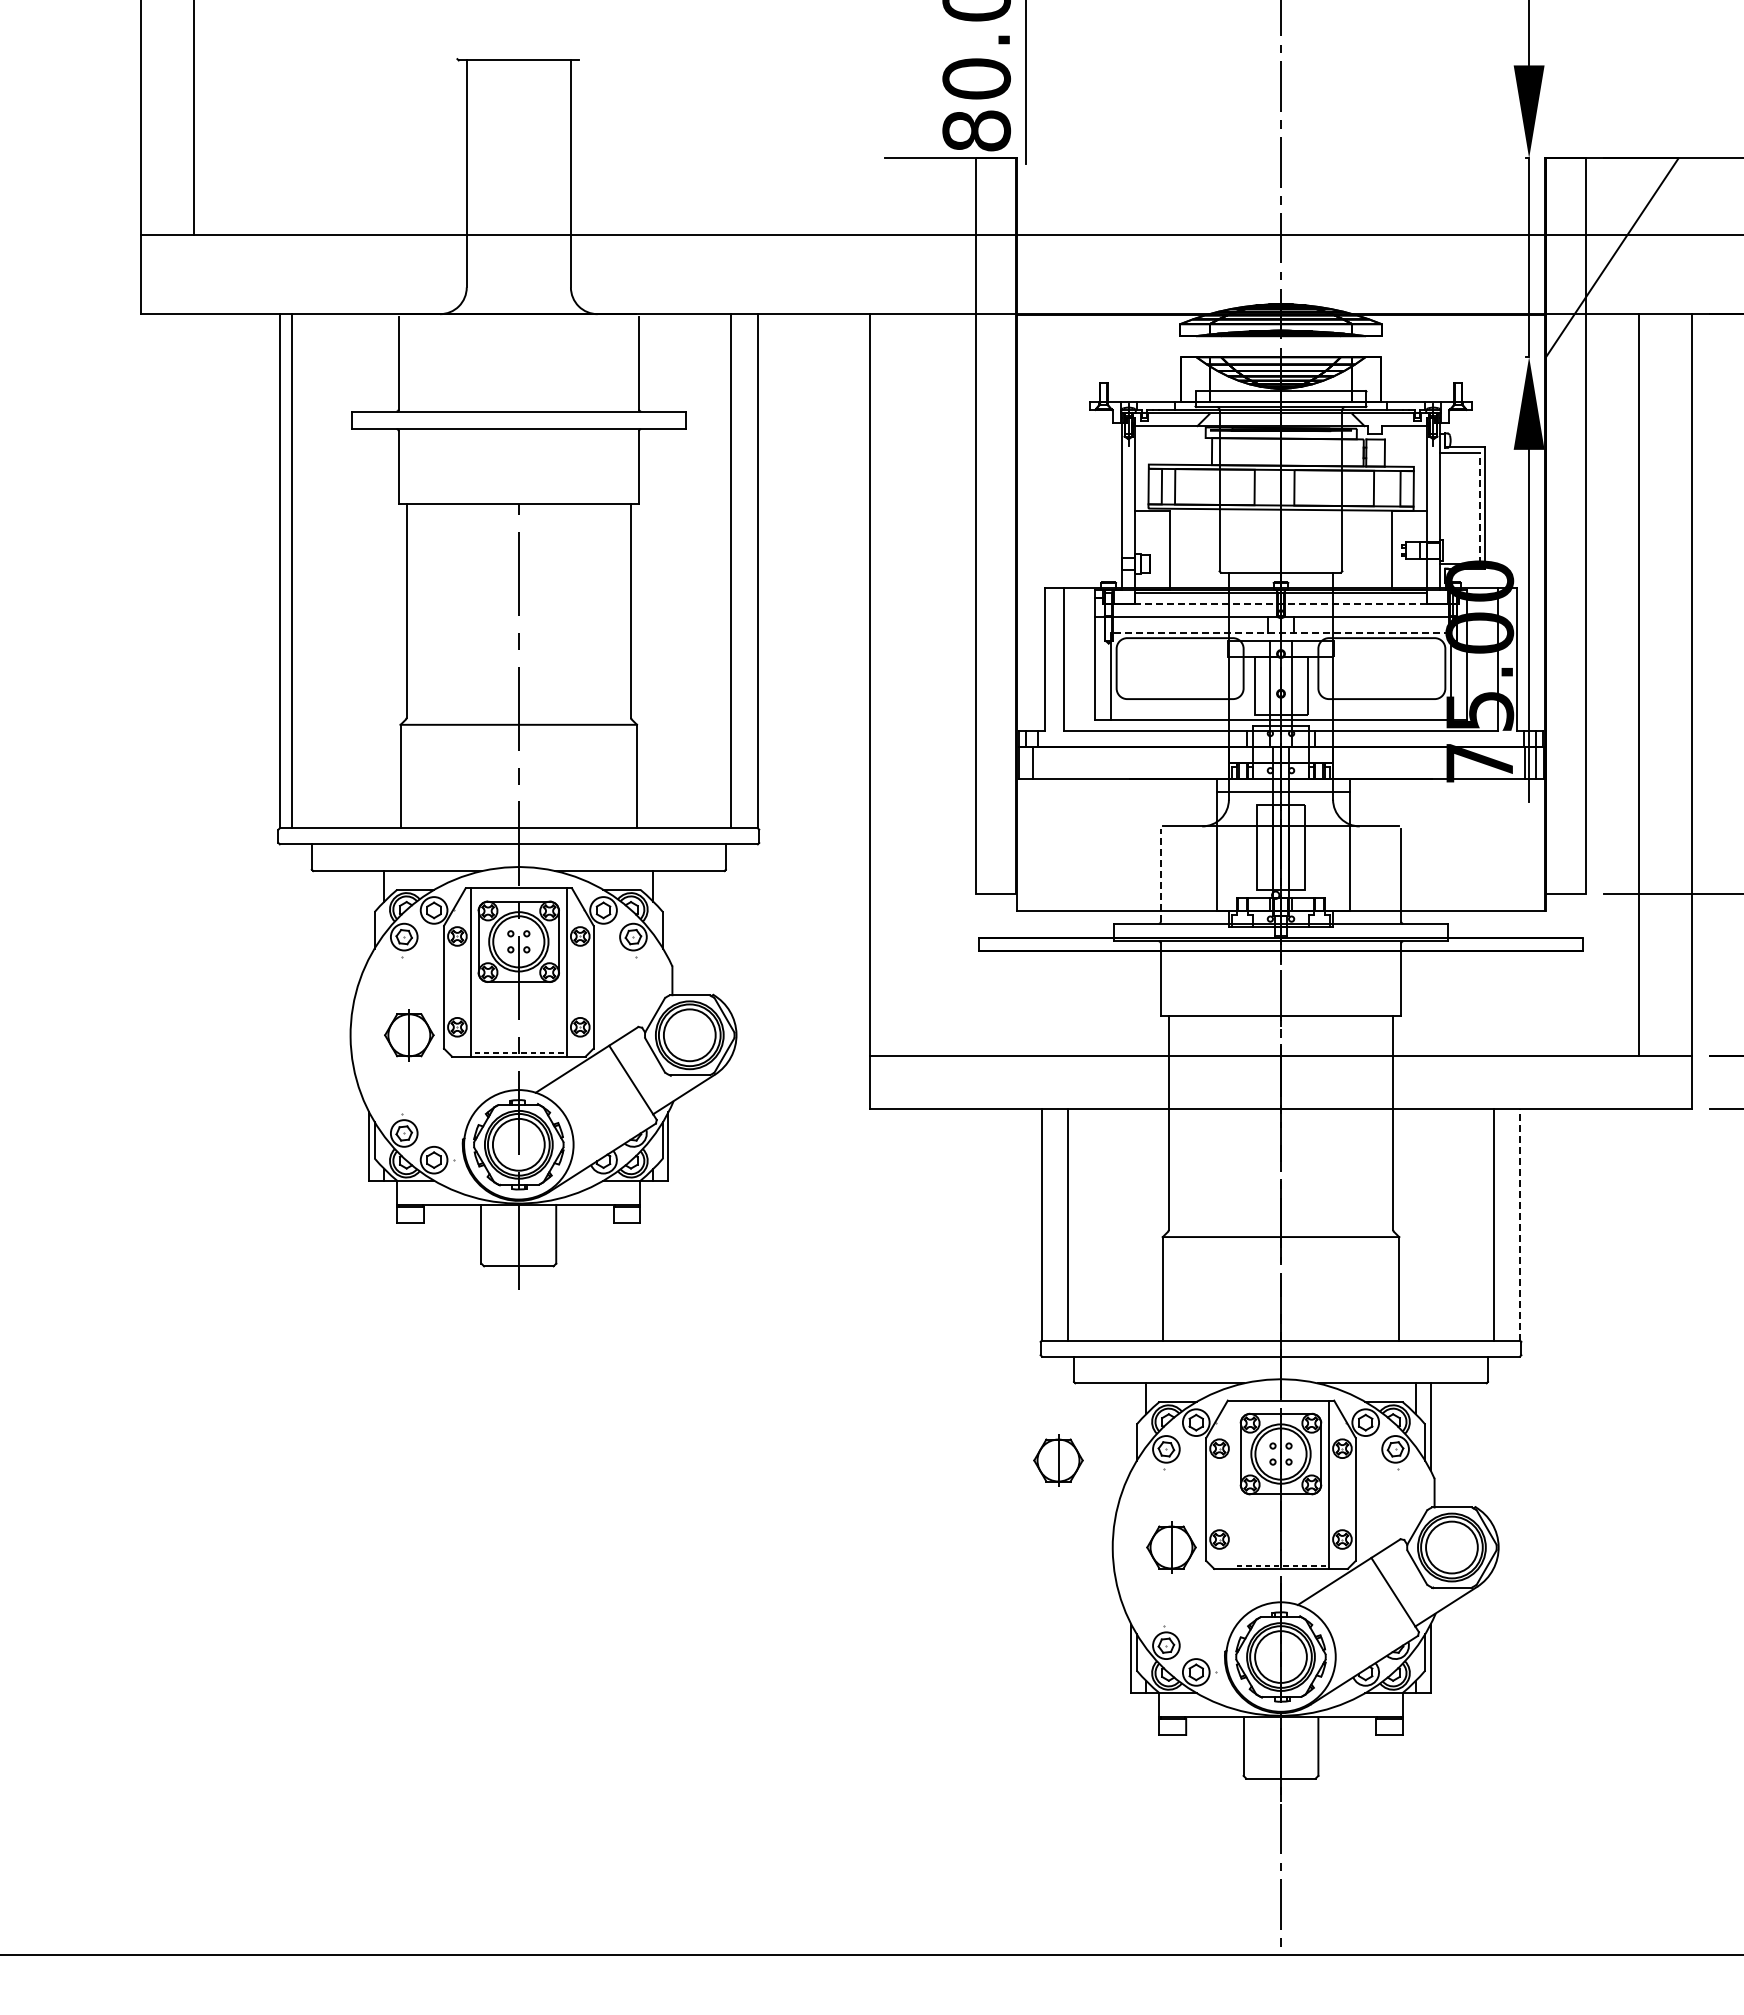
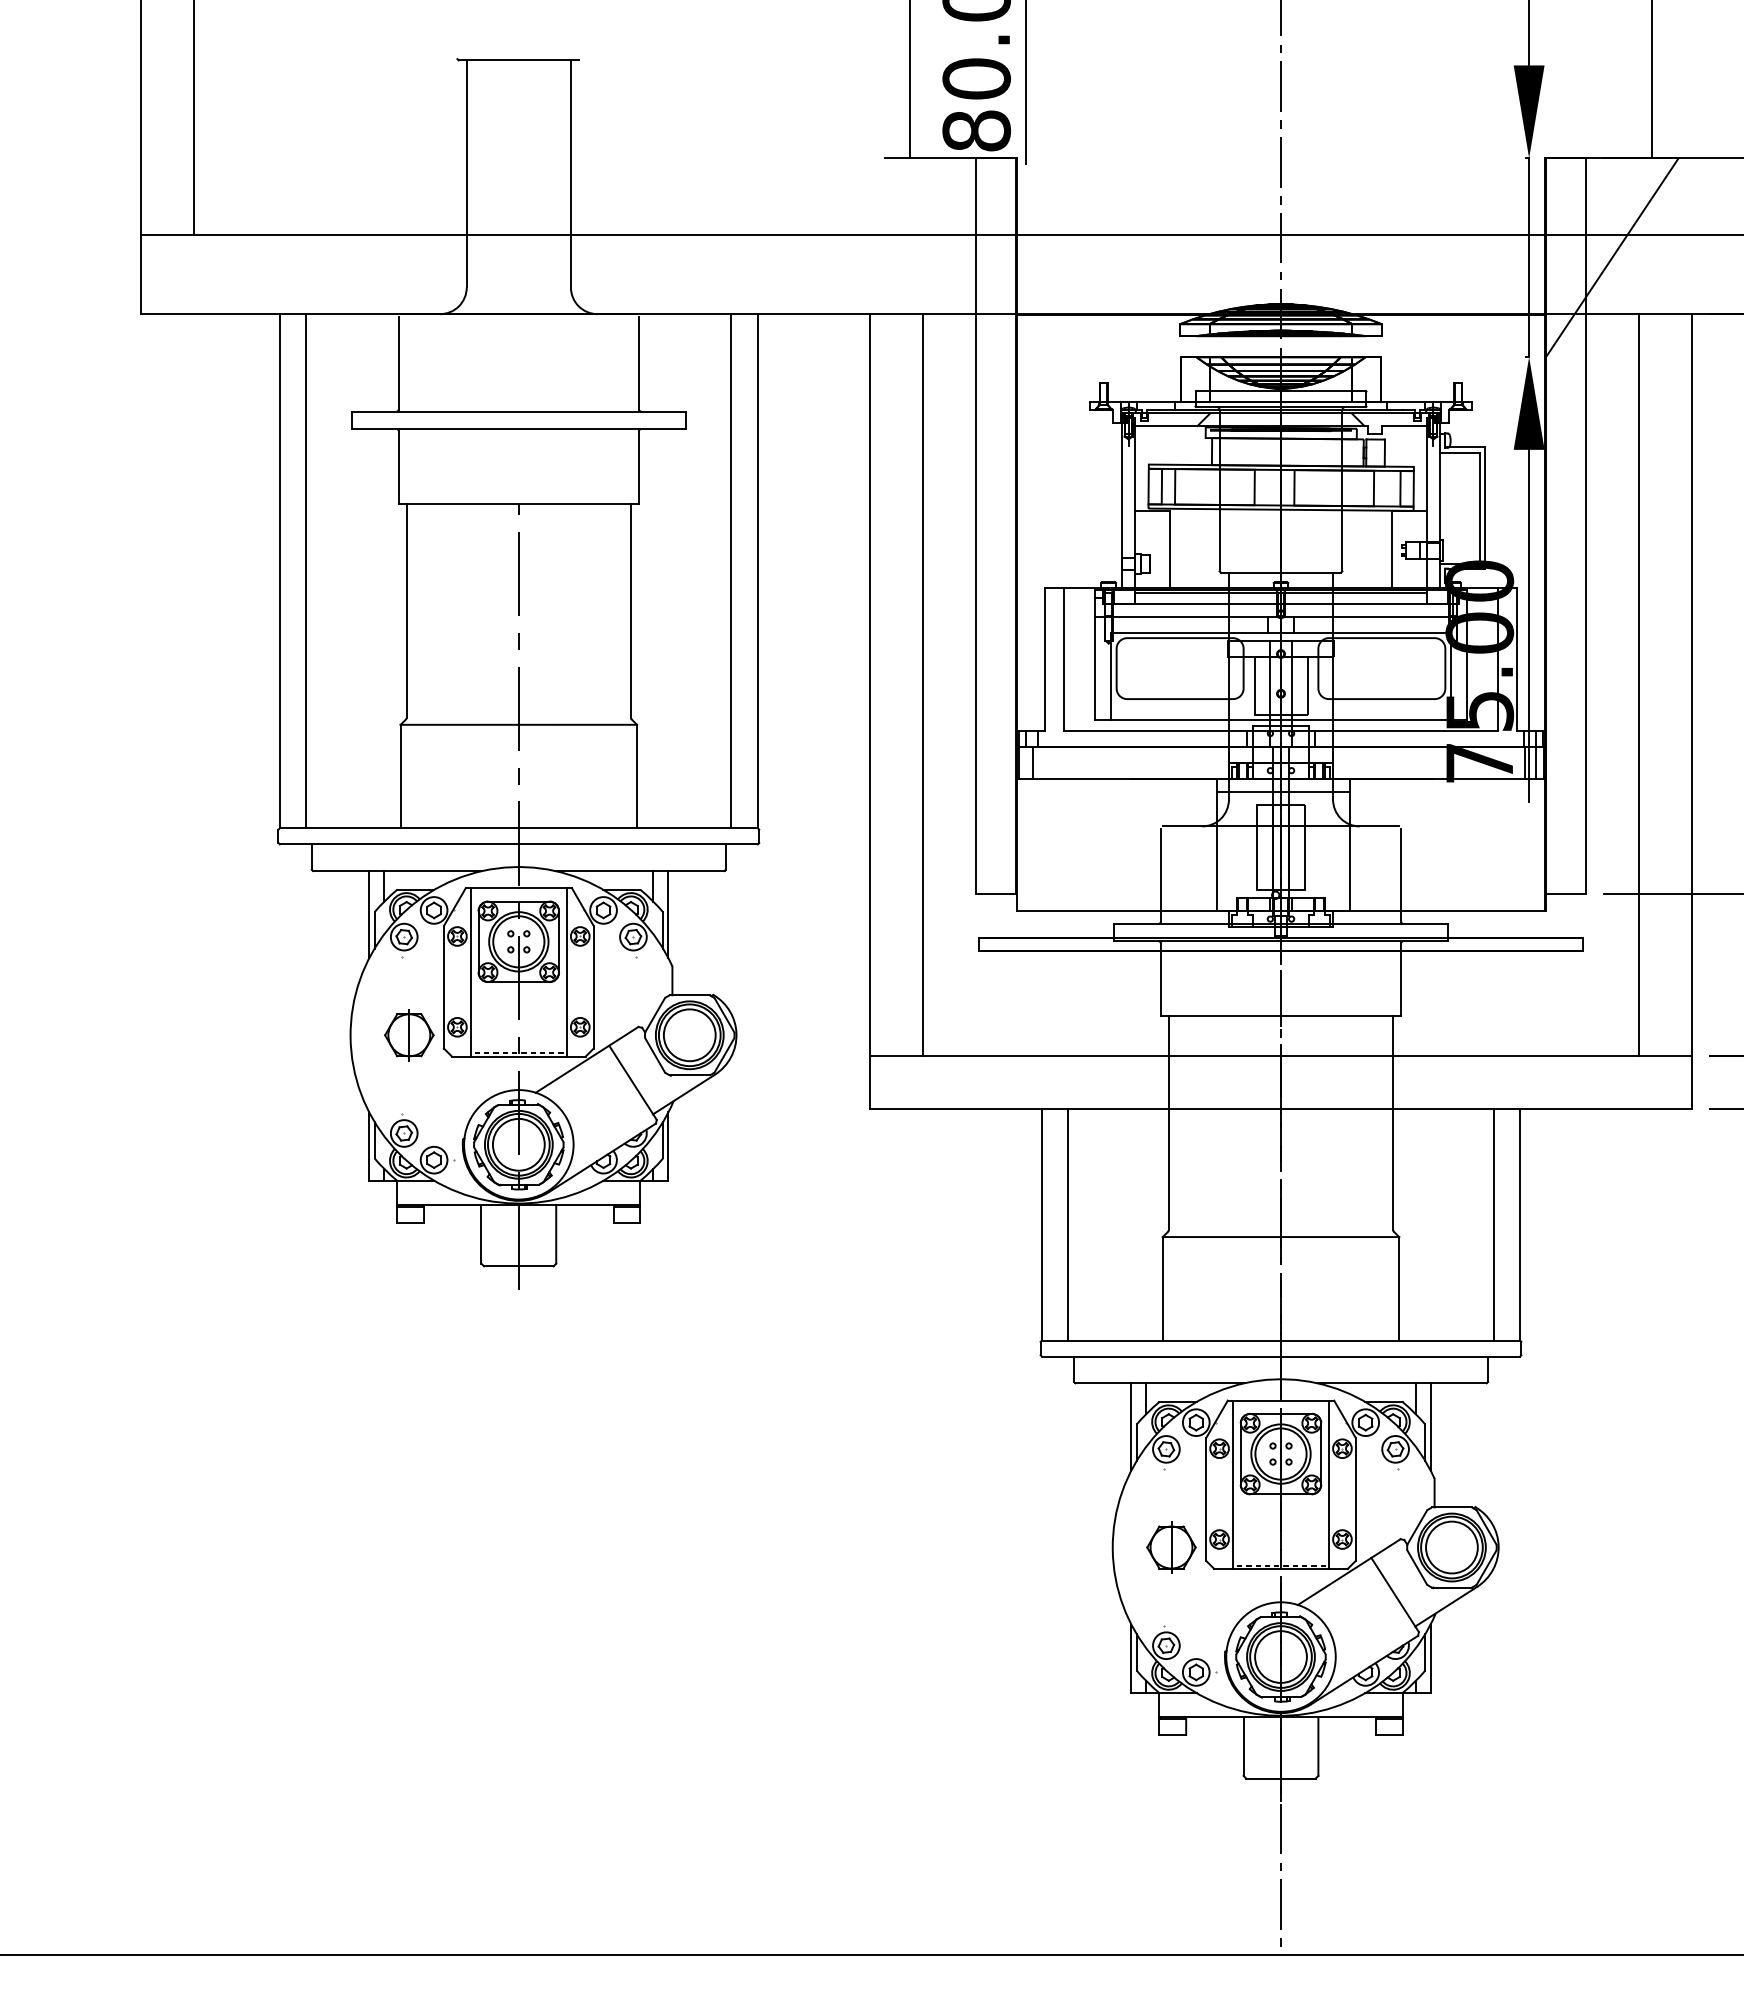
line at (909, 80): none -> present
line at (1652, 80): none -> present
line at (1479, 508): dashed -> solid
line at (292, 571) position: (292, 571) -> (306, 571)
line at (1281, 603): dashed -> solid
line at (1281, 632): dashed -> solid
line at (923, 685): none -> present
line at (1160, 874): dashed -> solid
line at (369, 914): none -> present
line at (668, 914): none -> present
line at (1520, 1225): dashed -> solid
line at (1131, 1426): none -> present
part at (1058, 1460): present -> none
line at (1232, 1484): none -> present
